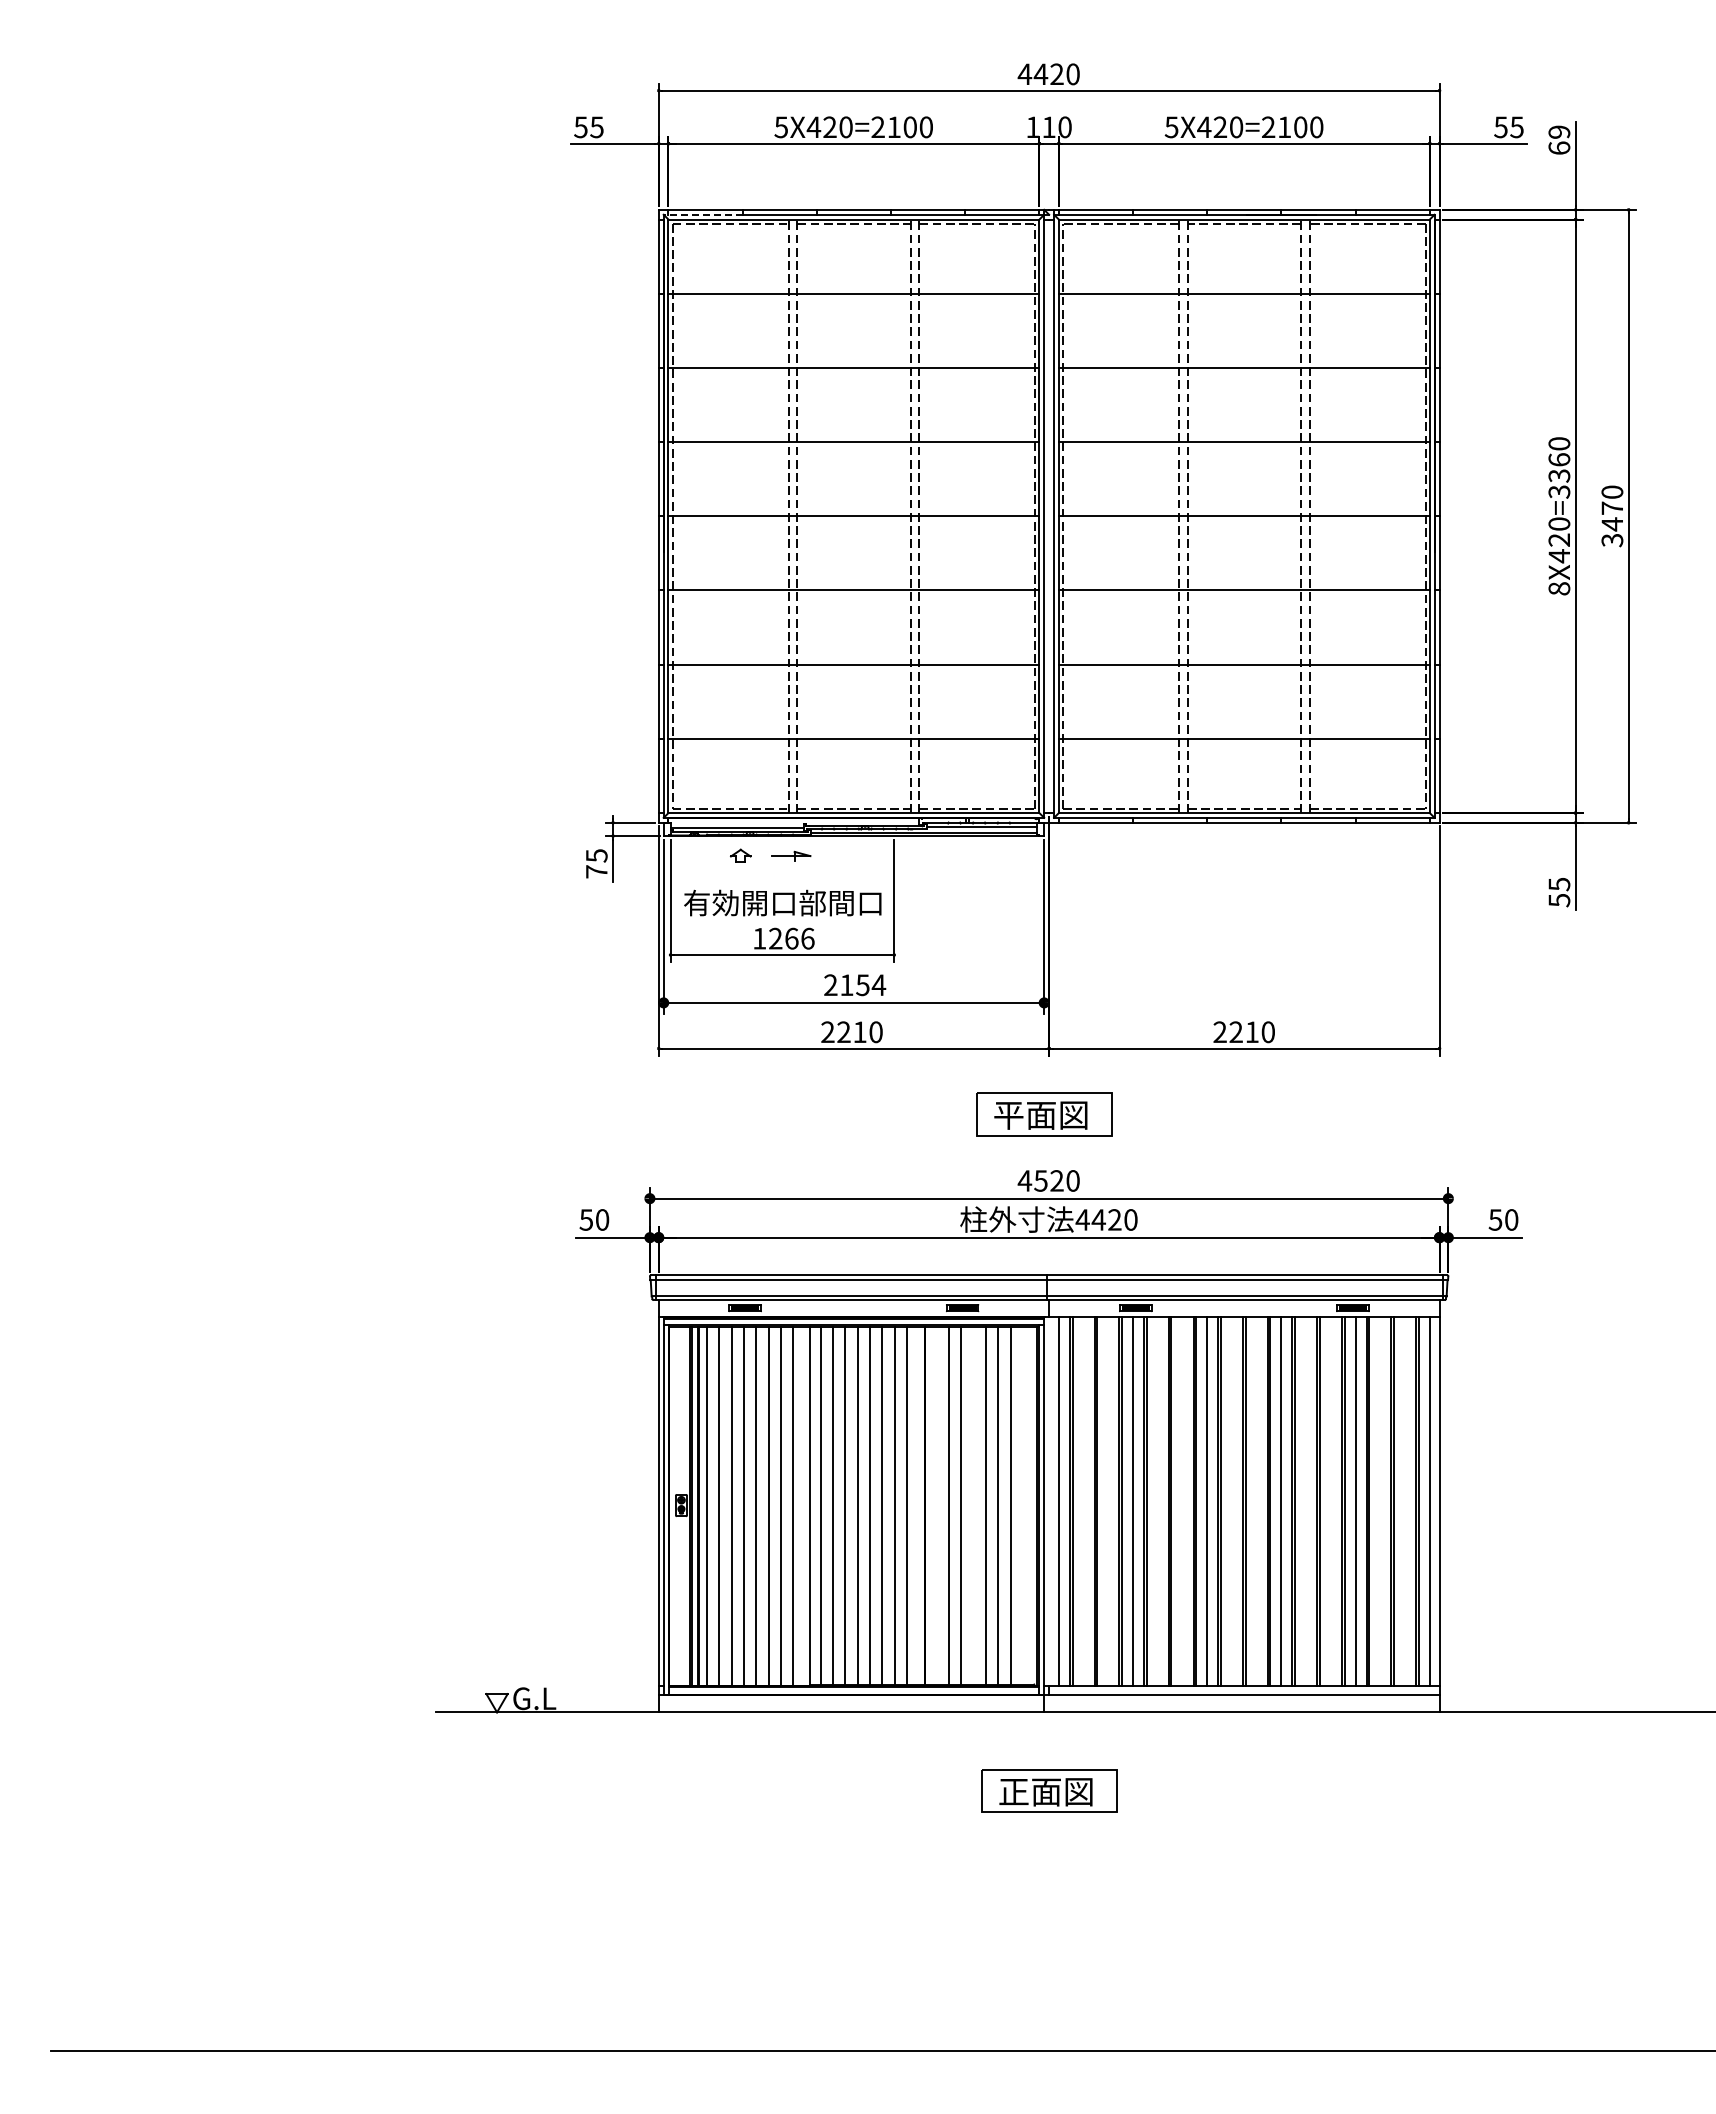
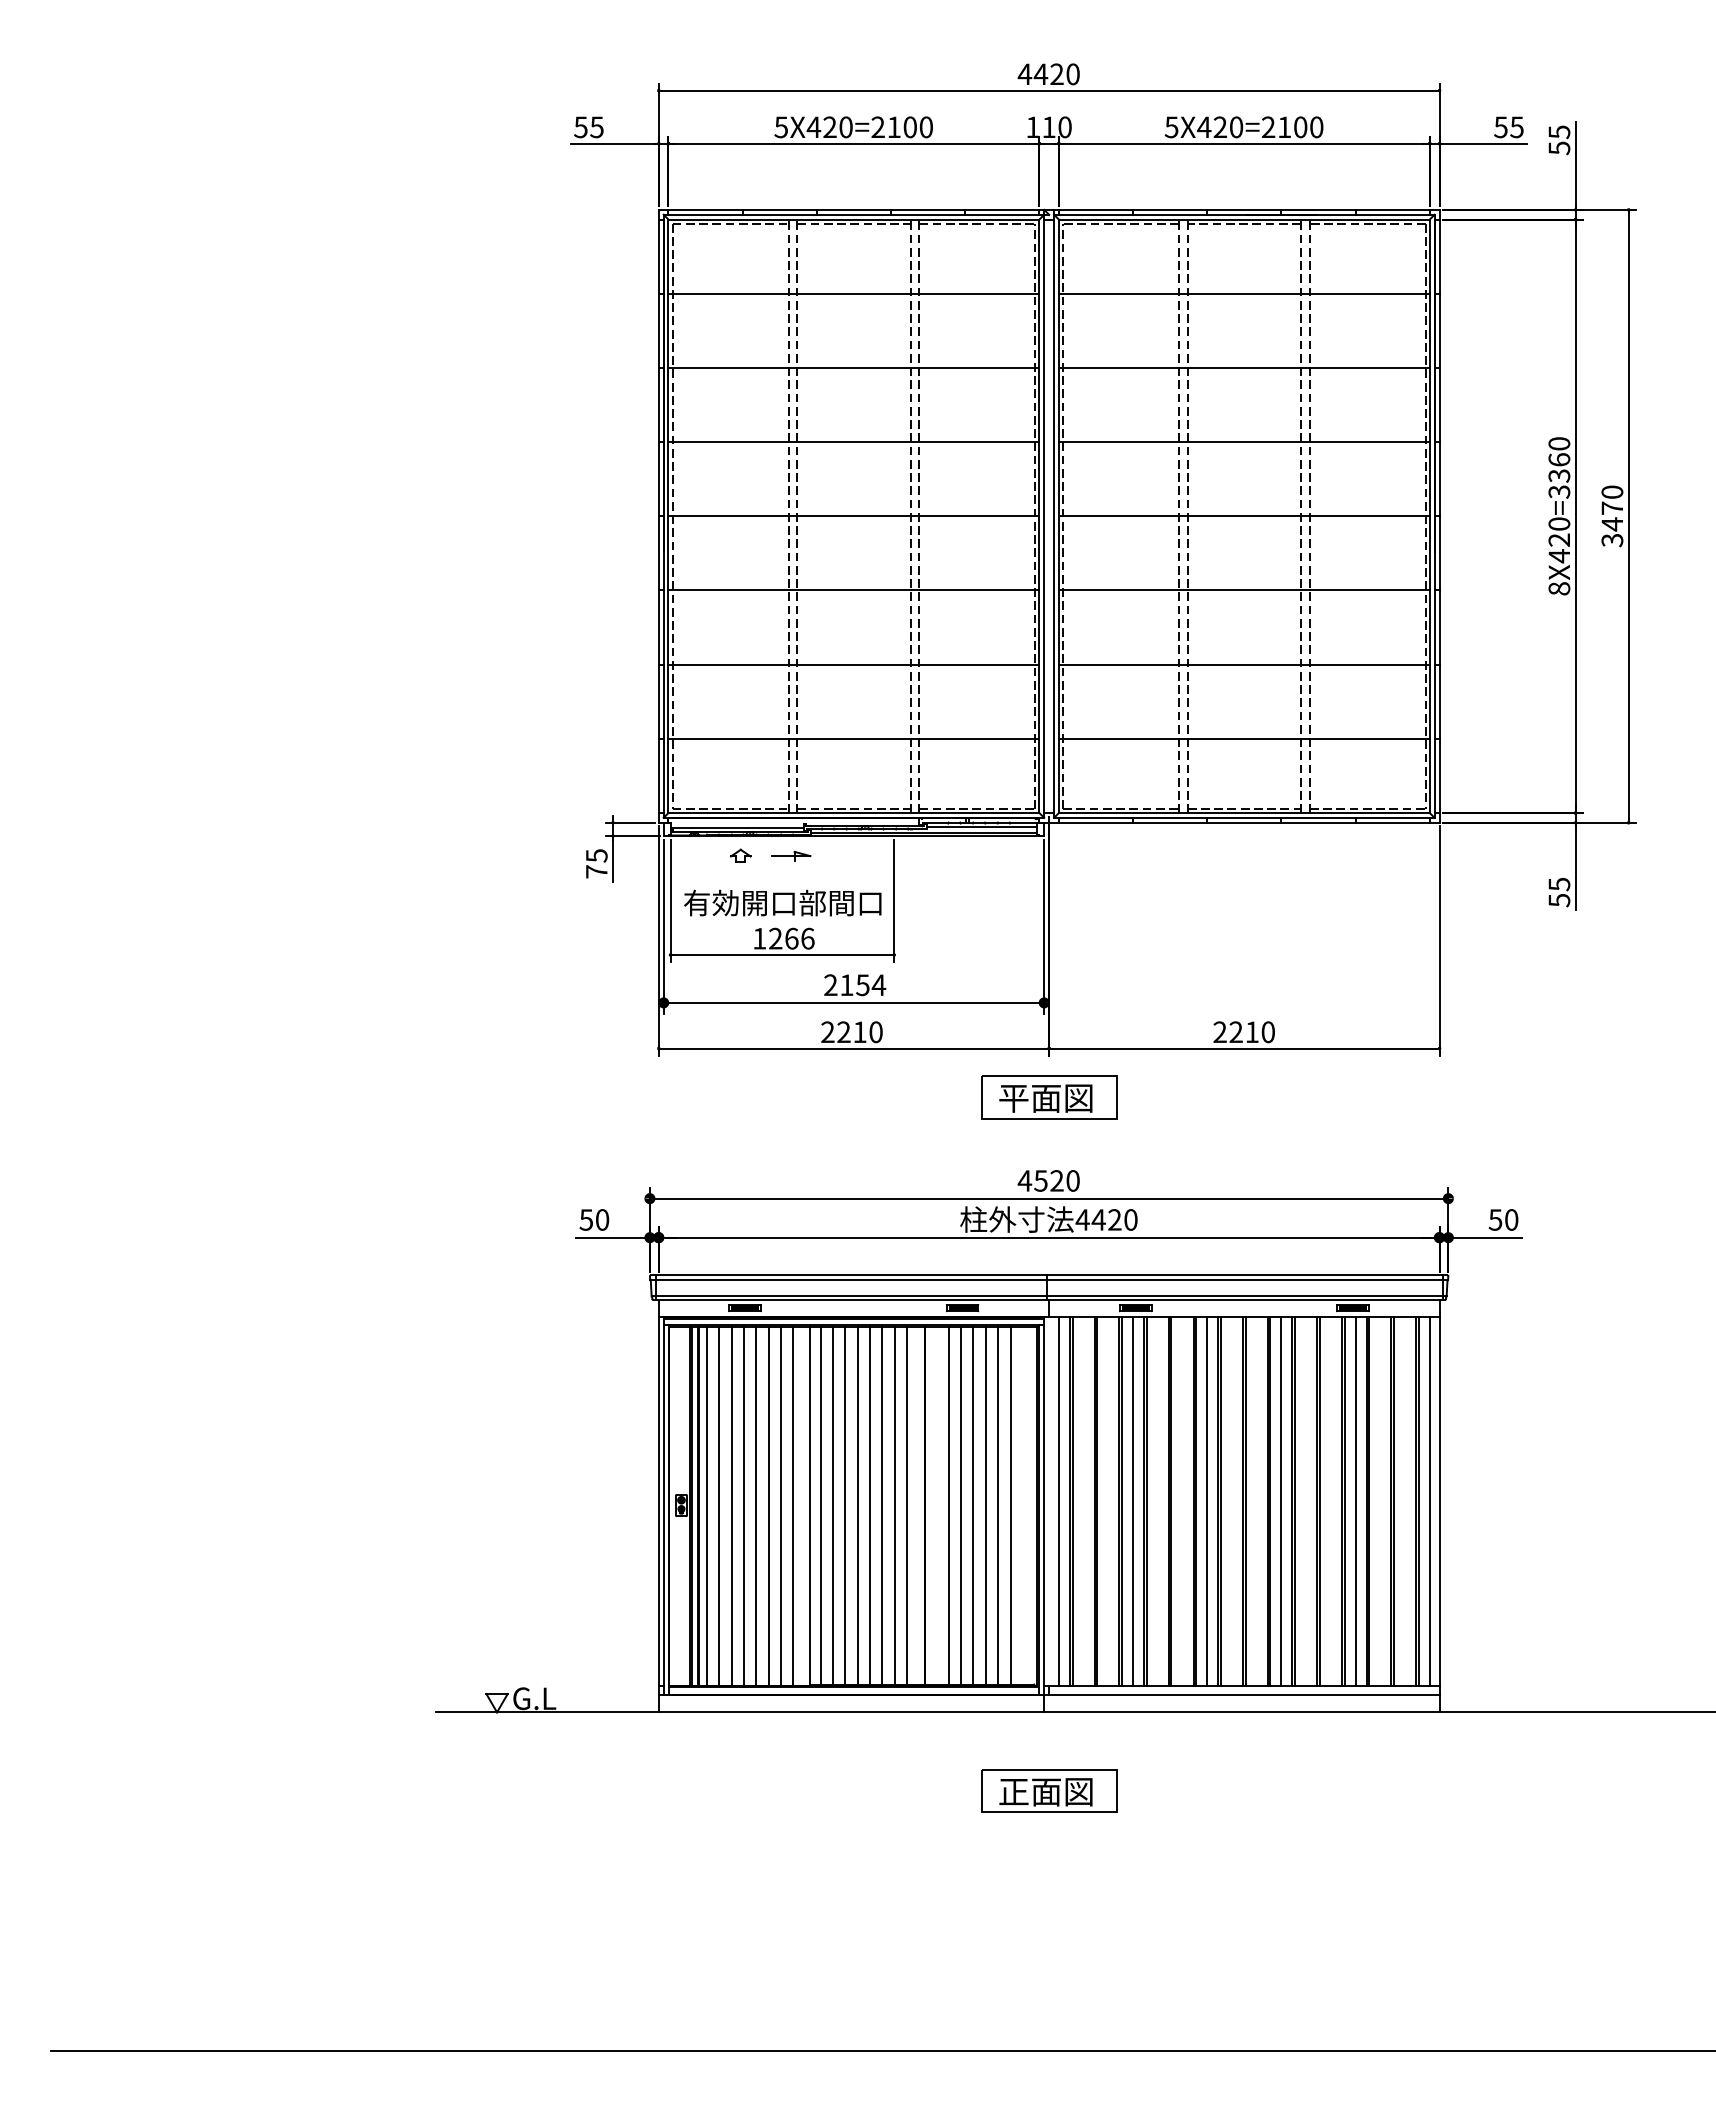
text at (1559, 140): 69 -> 55
line at (702, 214): dashed -> solid
part at (1044, 1114) position: (1044, 1114) -> (1049, 1097)
line at (973, 1505): none -> present
